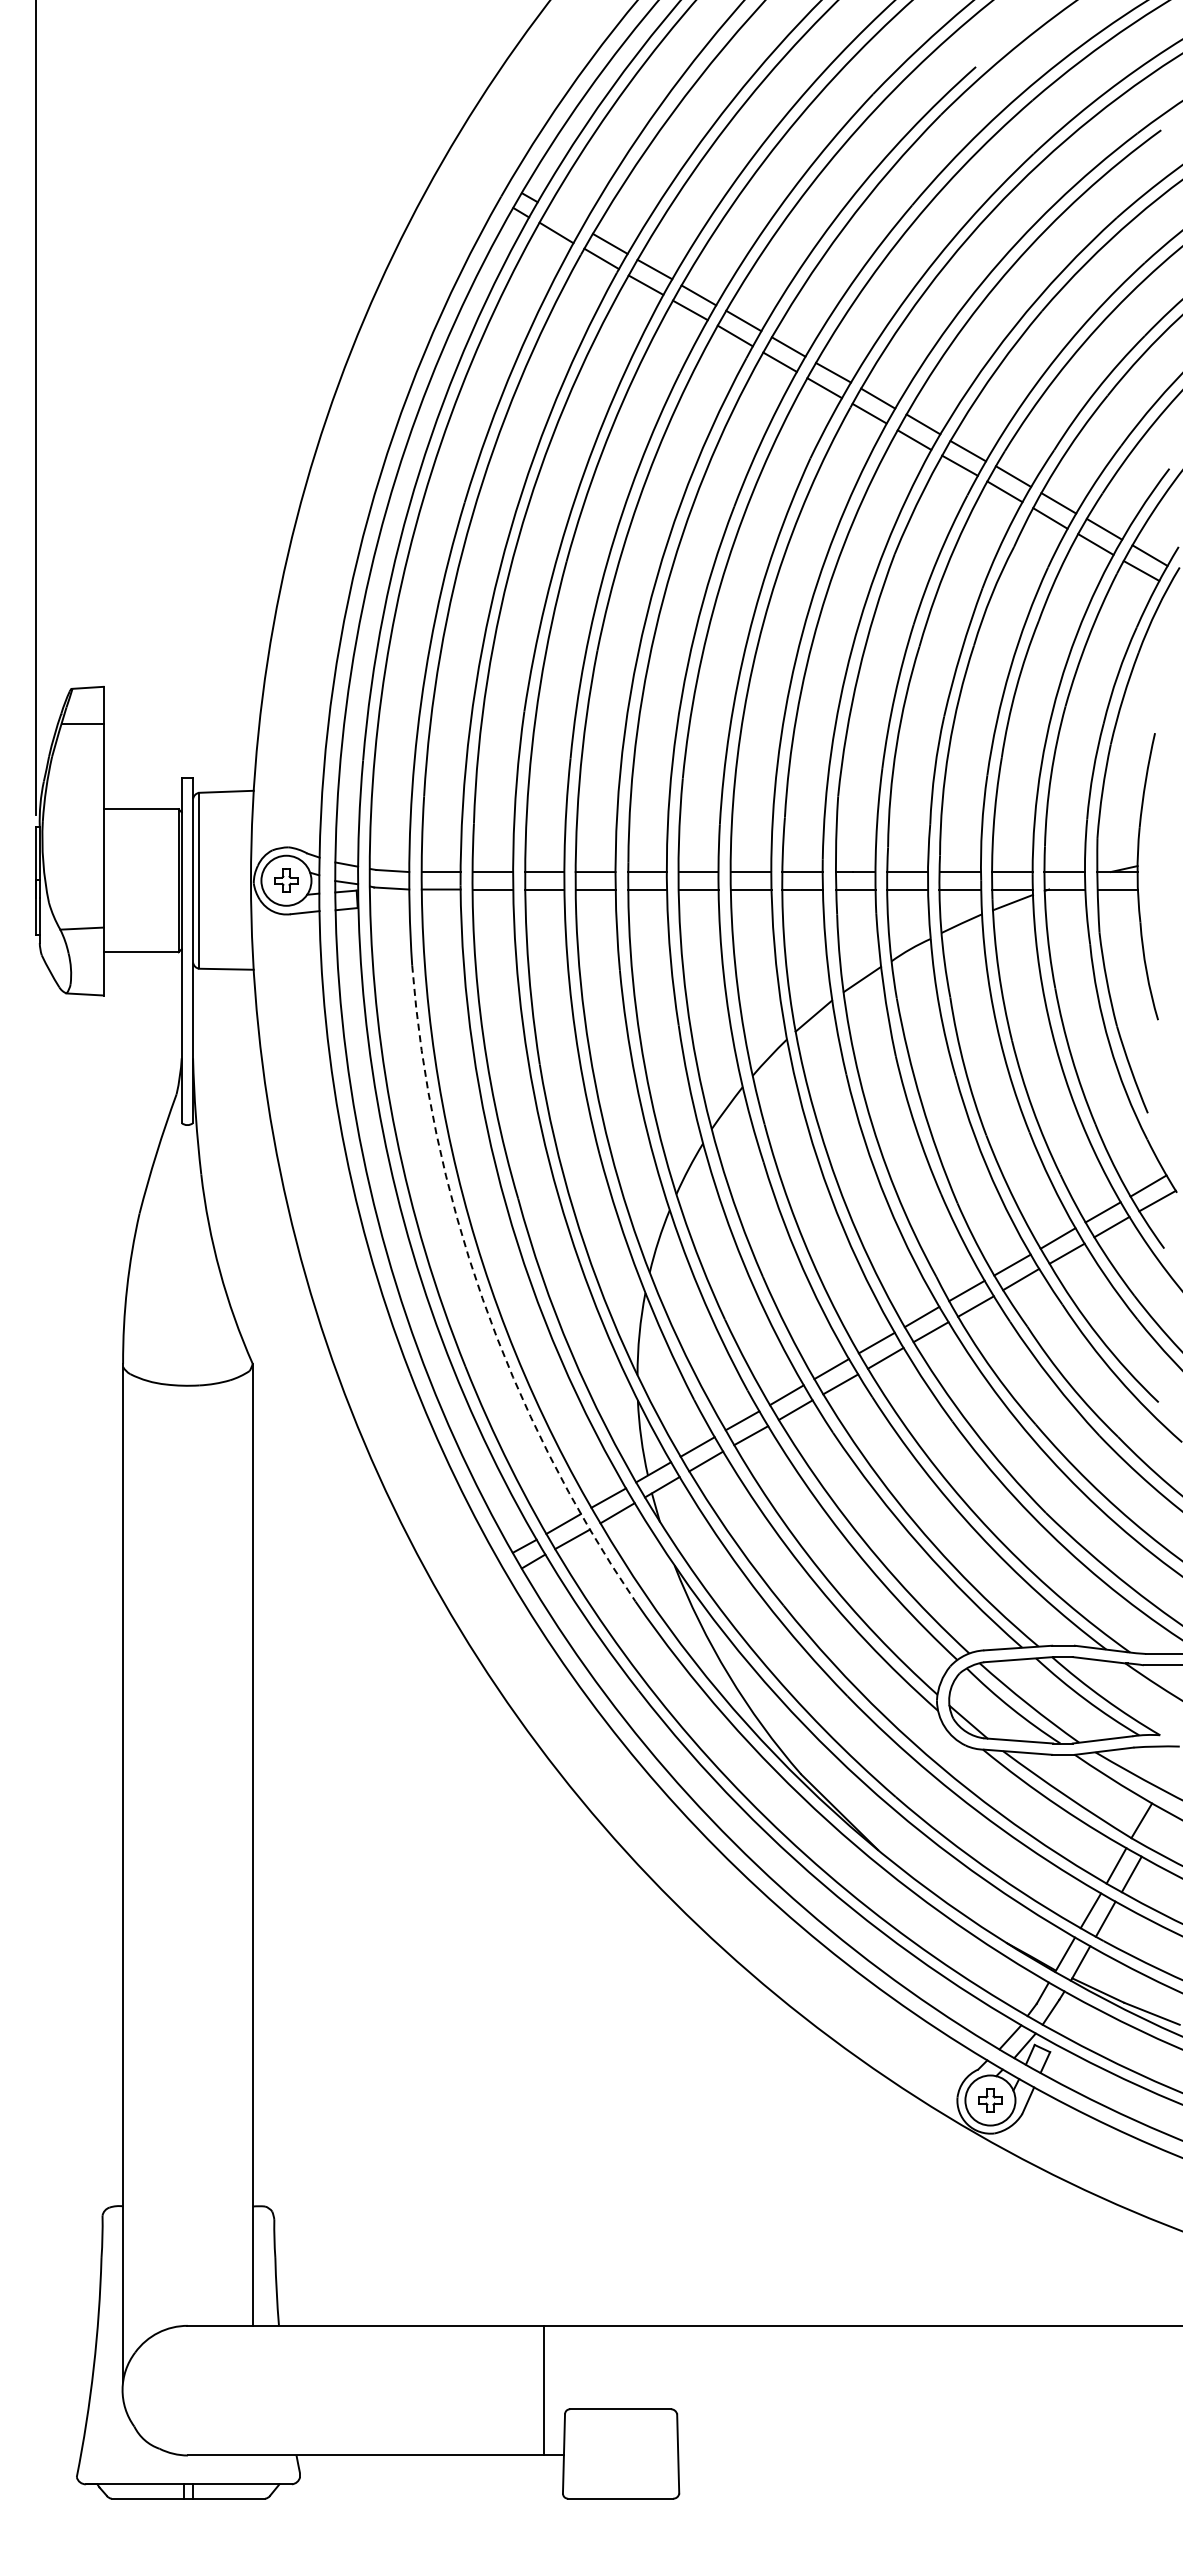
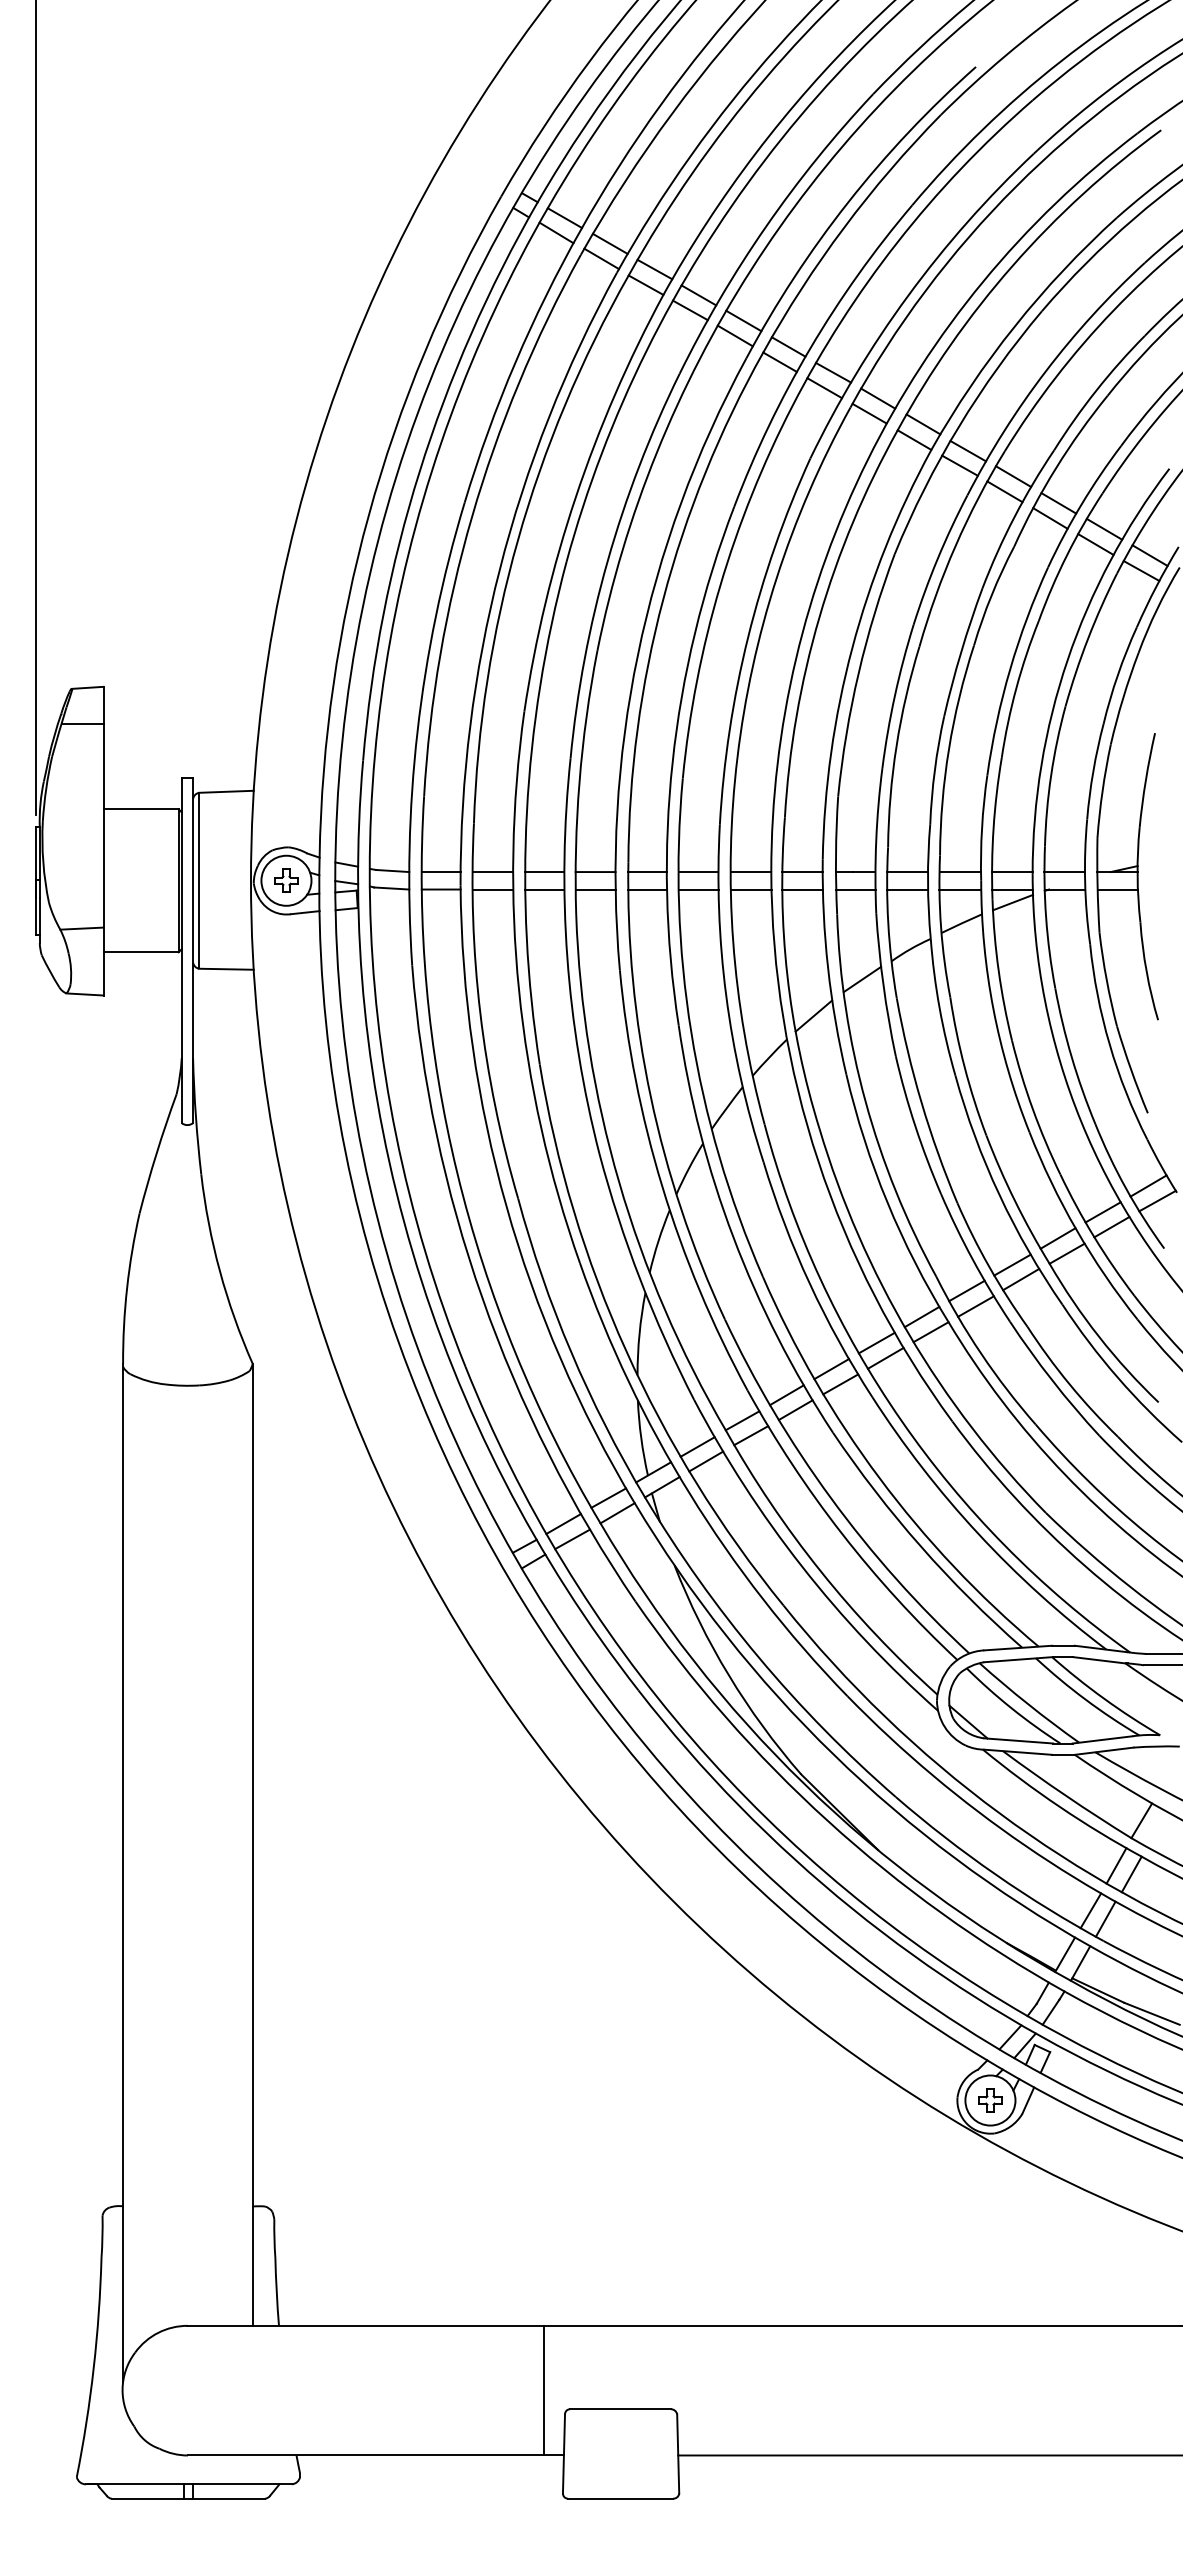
line at (564, 217): none -> present
arc at (482, 1298): dashed -> solid
line at (928, 2455): none -> present
